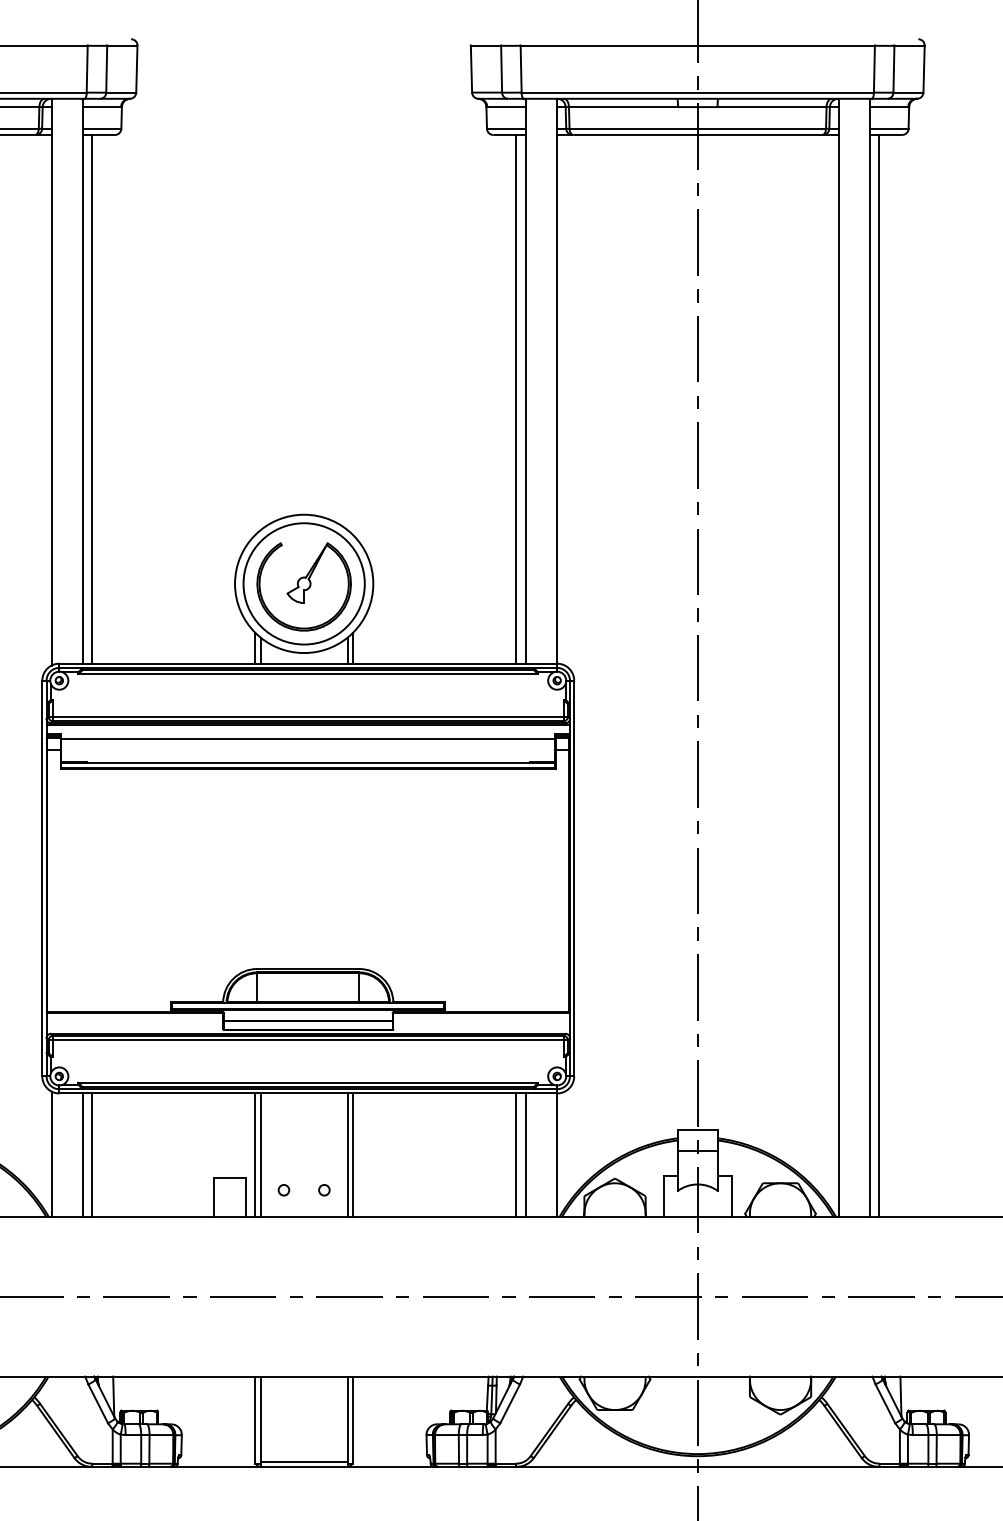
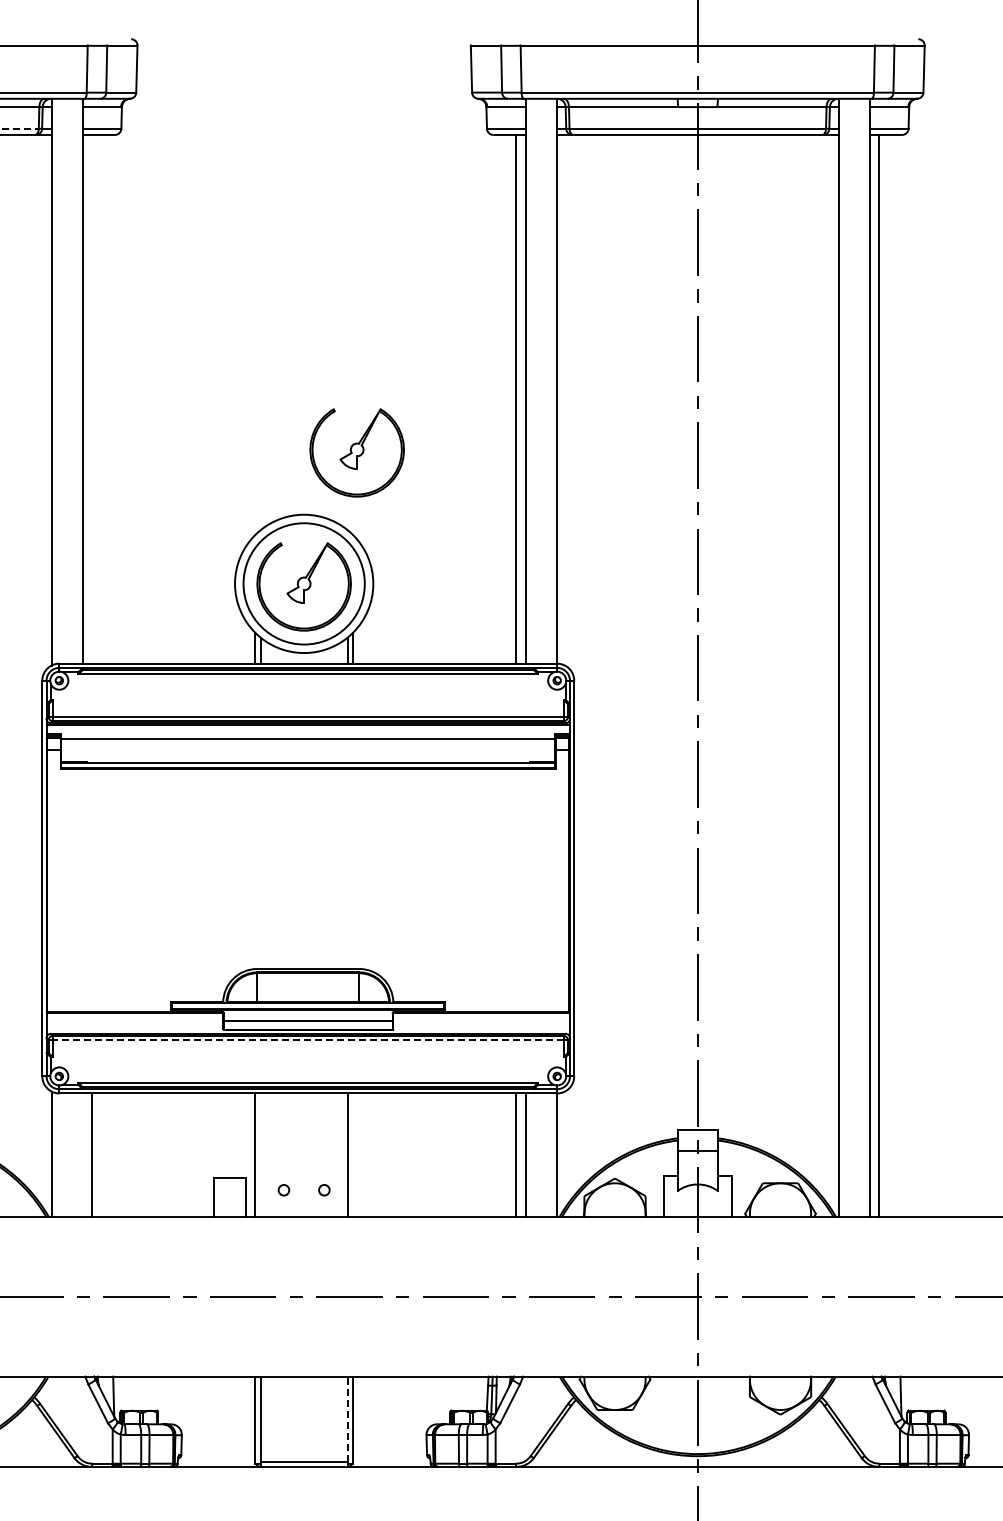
line at (19, 128): solid -> dashed
line at (92, 398): present -> none
part at (356, 452): none -> present
line at (307, 1040): solid -> dashed
line at (82, 1154): present -> none
line at (260, 1154): present -> none
line at (353, 1154): present -> none
line at (347, 1419): solid -> dashed
